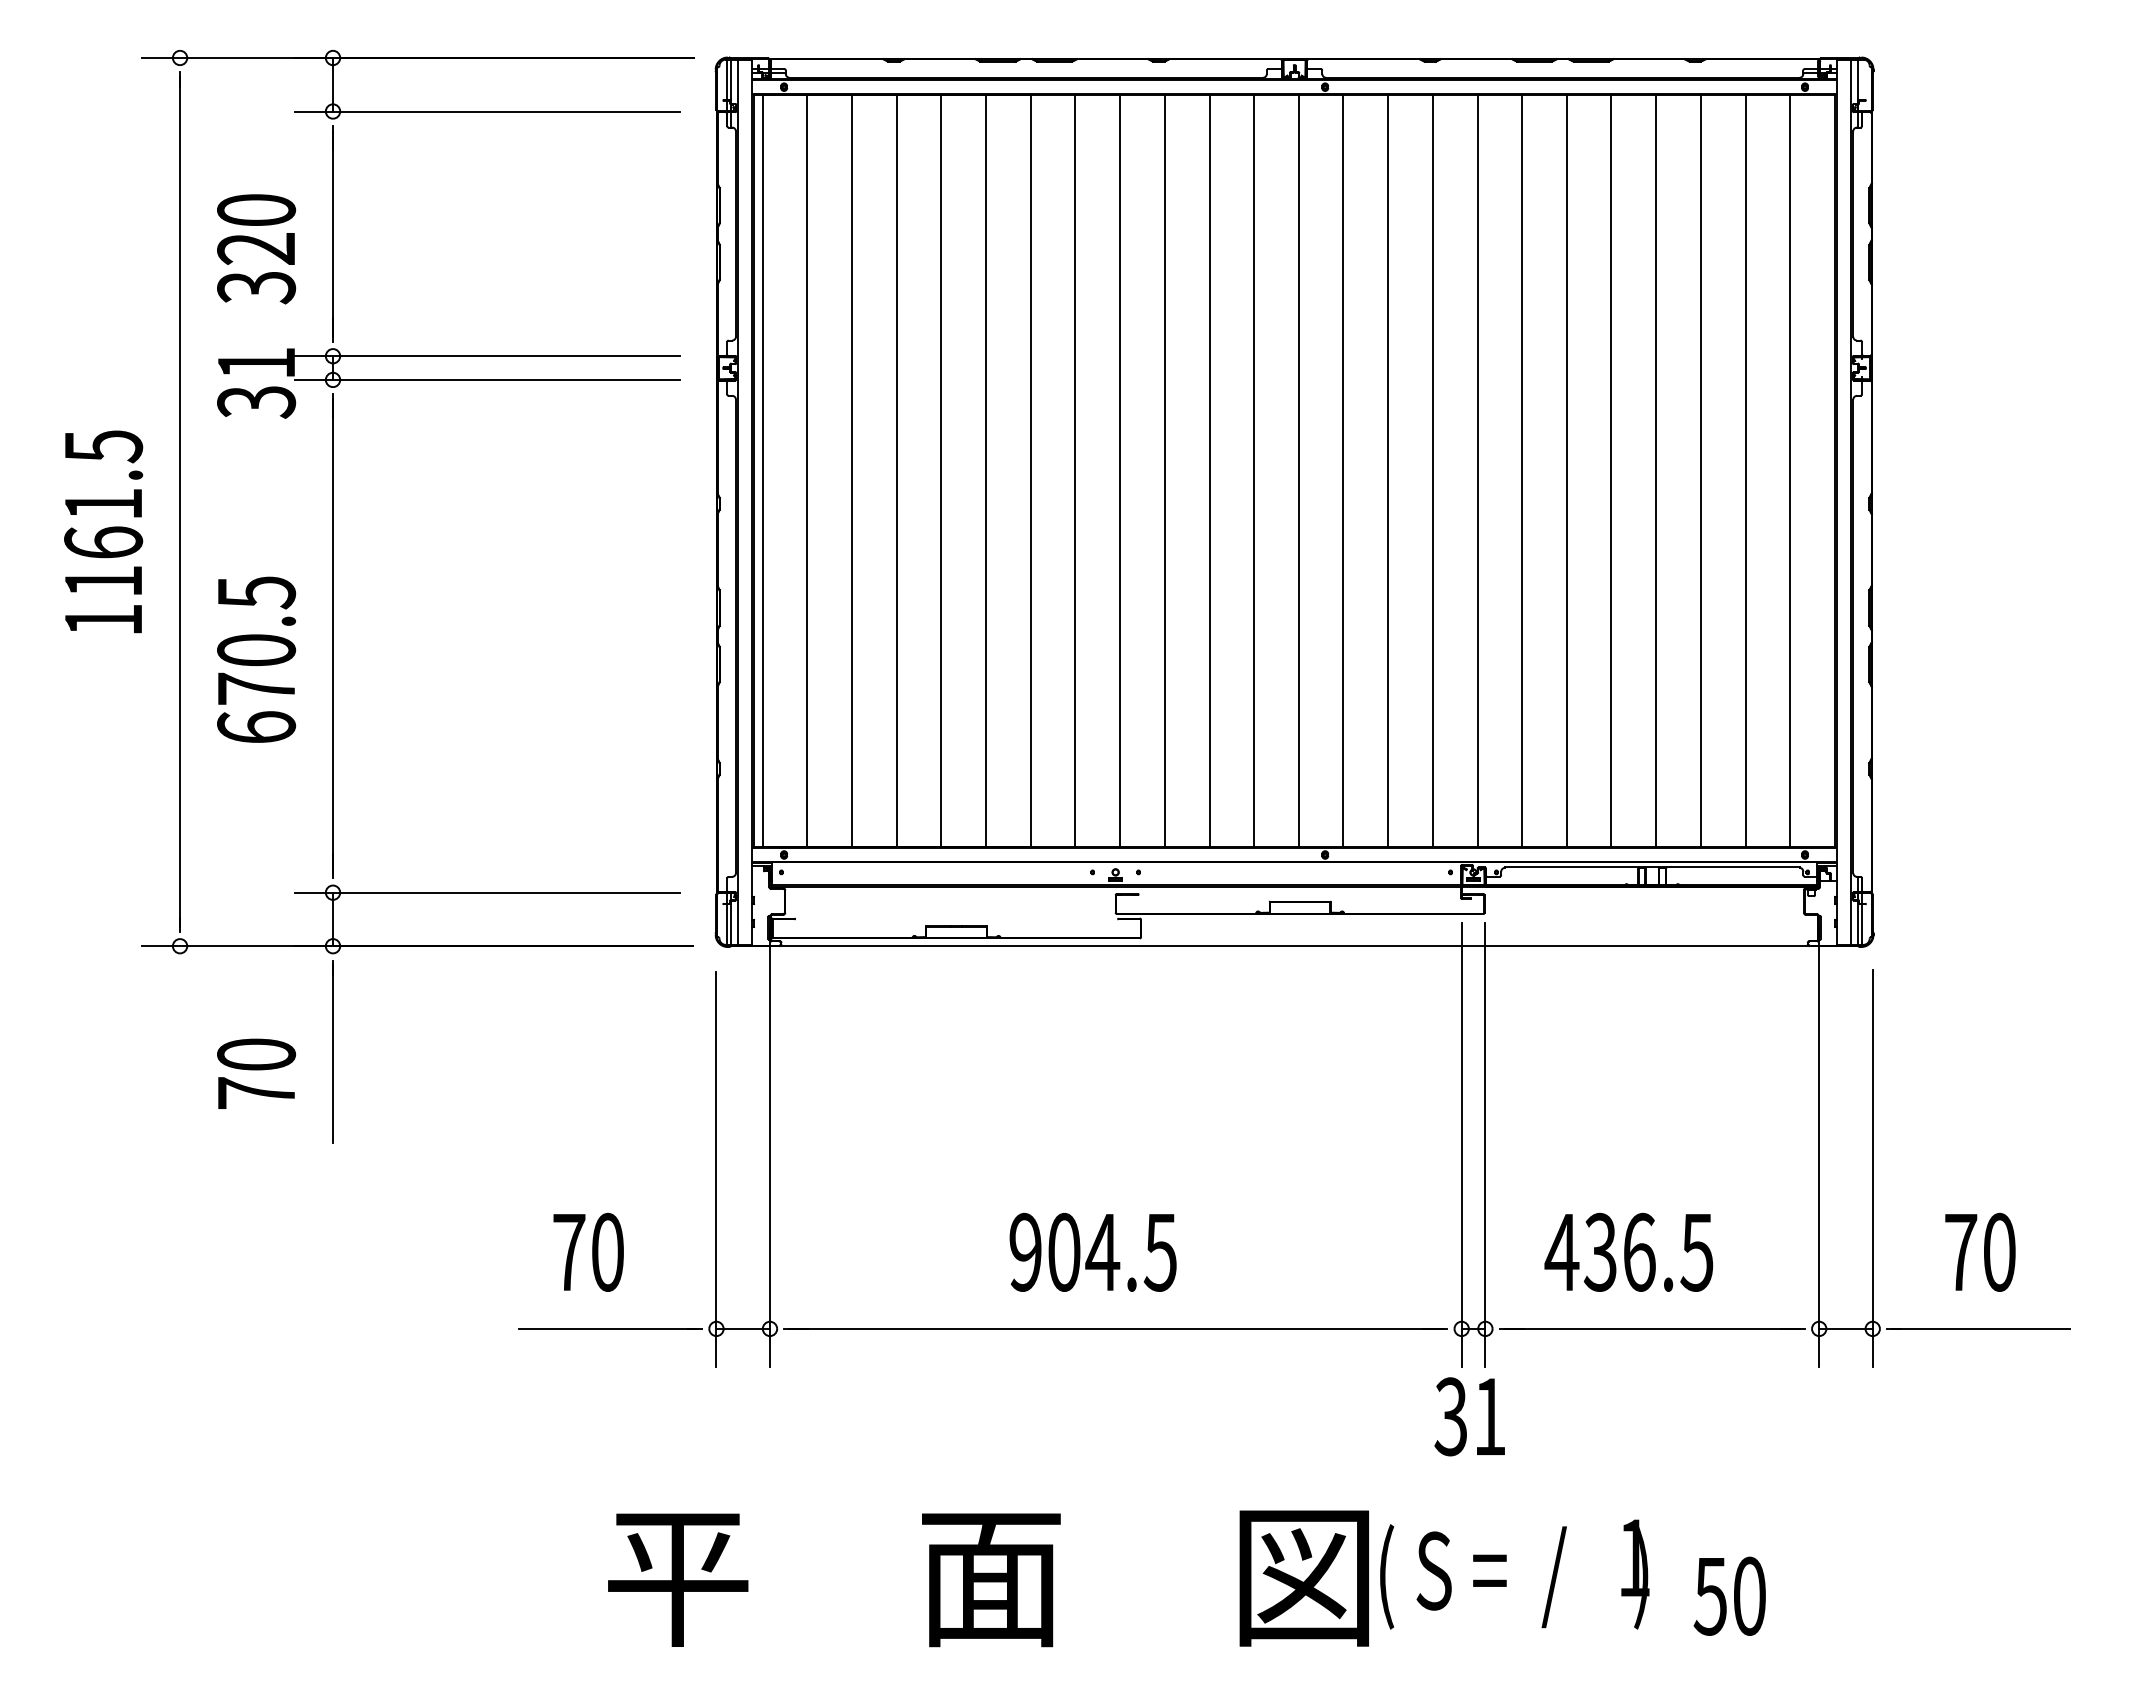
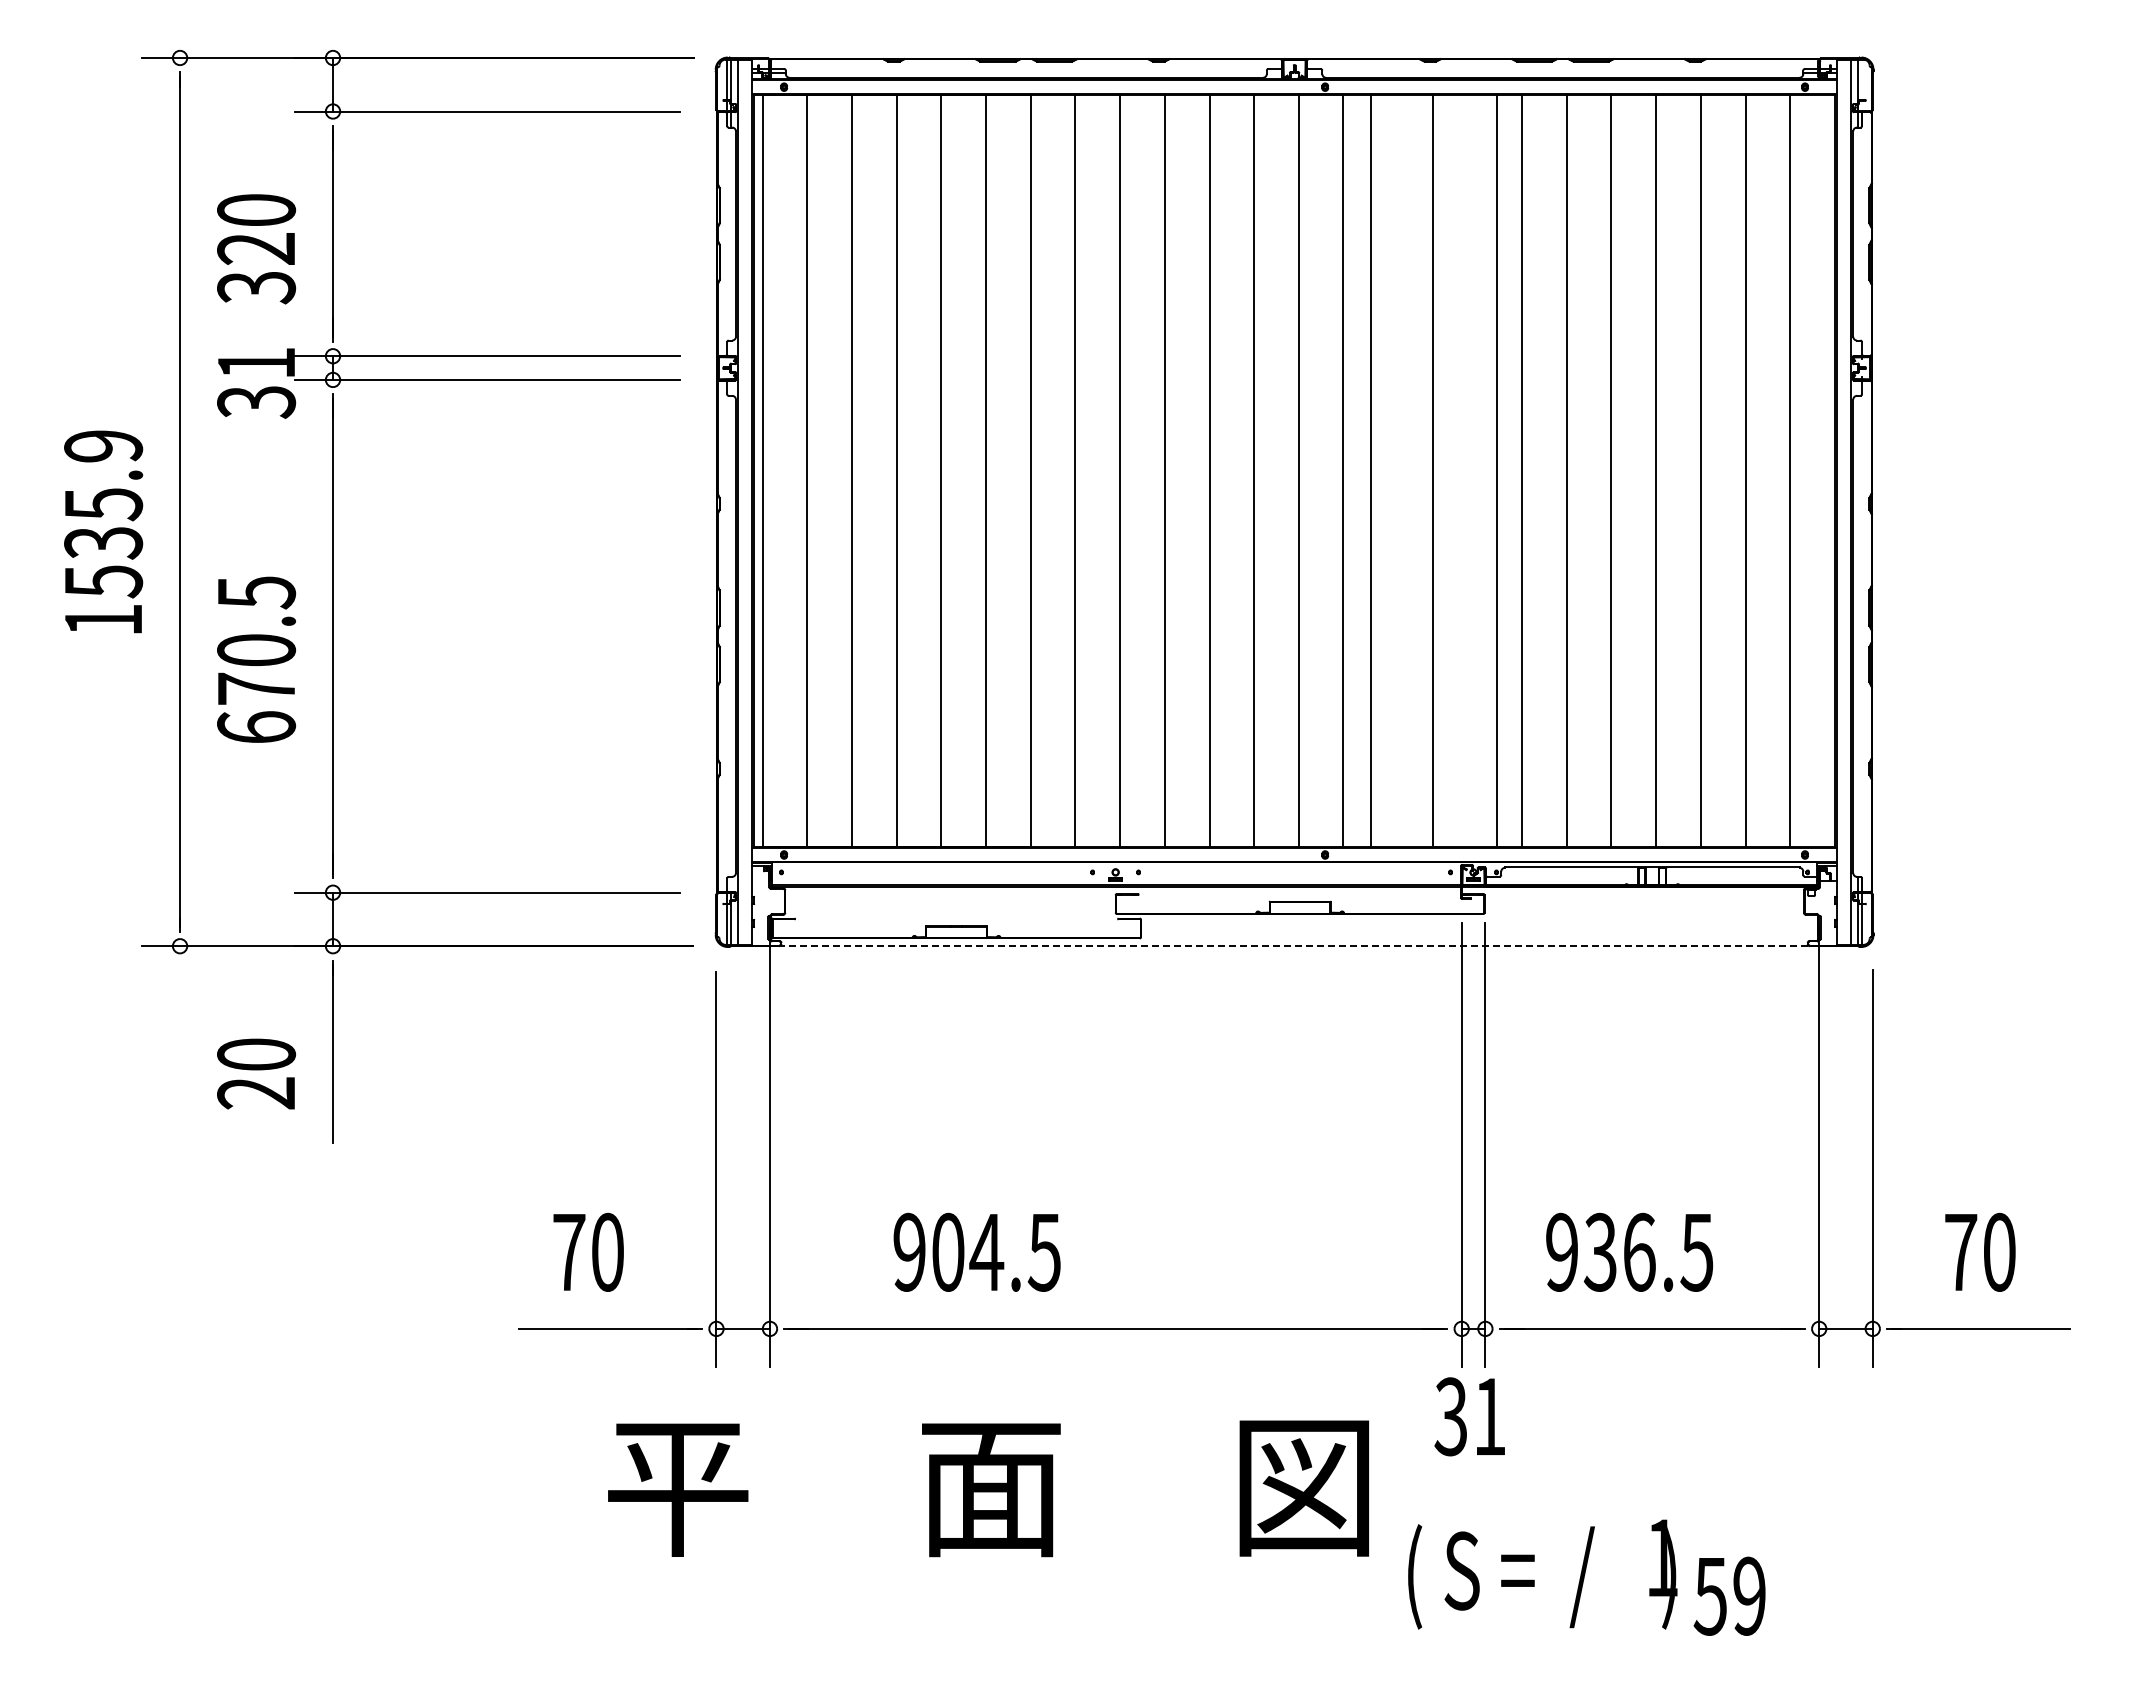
line at (1388, 471) position: (1388, 471) -> (1371, 471)
line at (1477, 471) position: (1477, 471) -> (1496, 471)
text at (103, 514): 1161.5 -> 1535.9
line at (1294, 945): solid -> dashed
text at (255, 1093): 70 -> 20
text at (1092, 1251) position: (1092, 1251) -> (976, 1251)
text at (1561, 1251): 436.5 -> 936.5
text at (1514, 1574) position: (1514, 1574) -> (1542, 1574)
text at (988, 1578) position: (988, 1578) -> (988, 1488)
text at (1749, 1595): 50 -> 59
